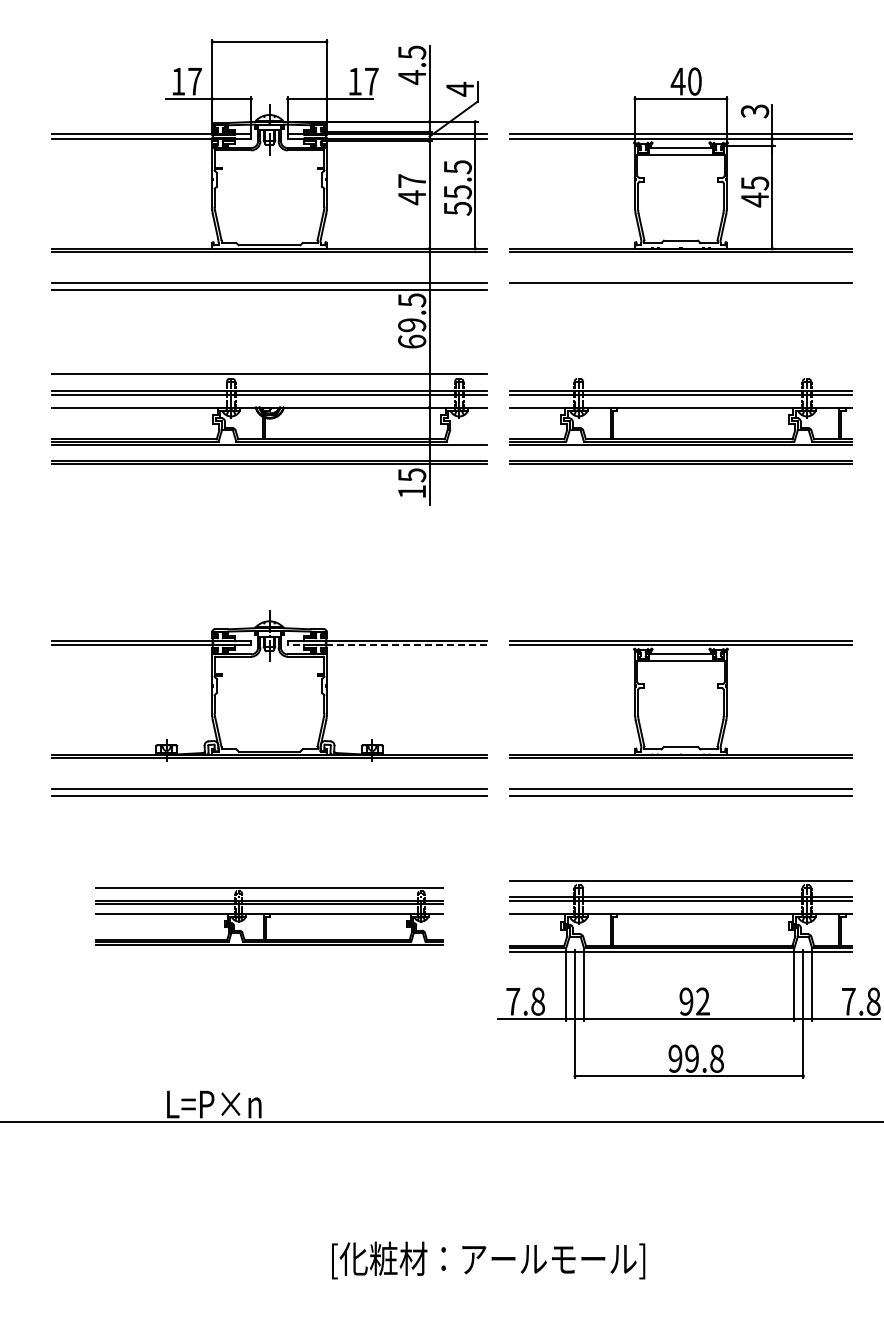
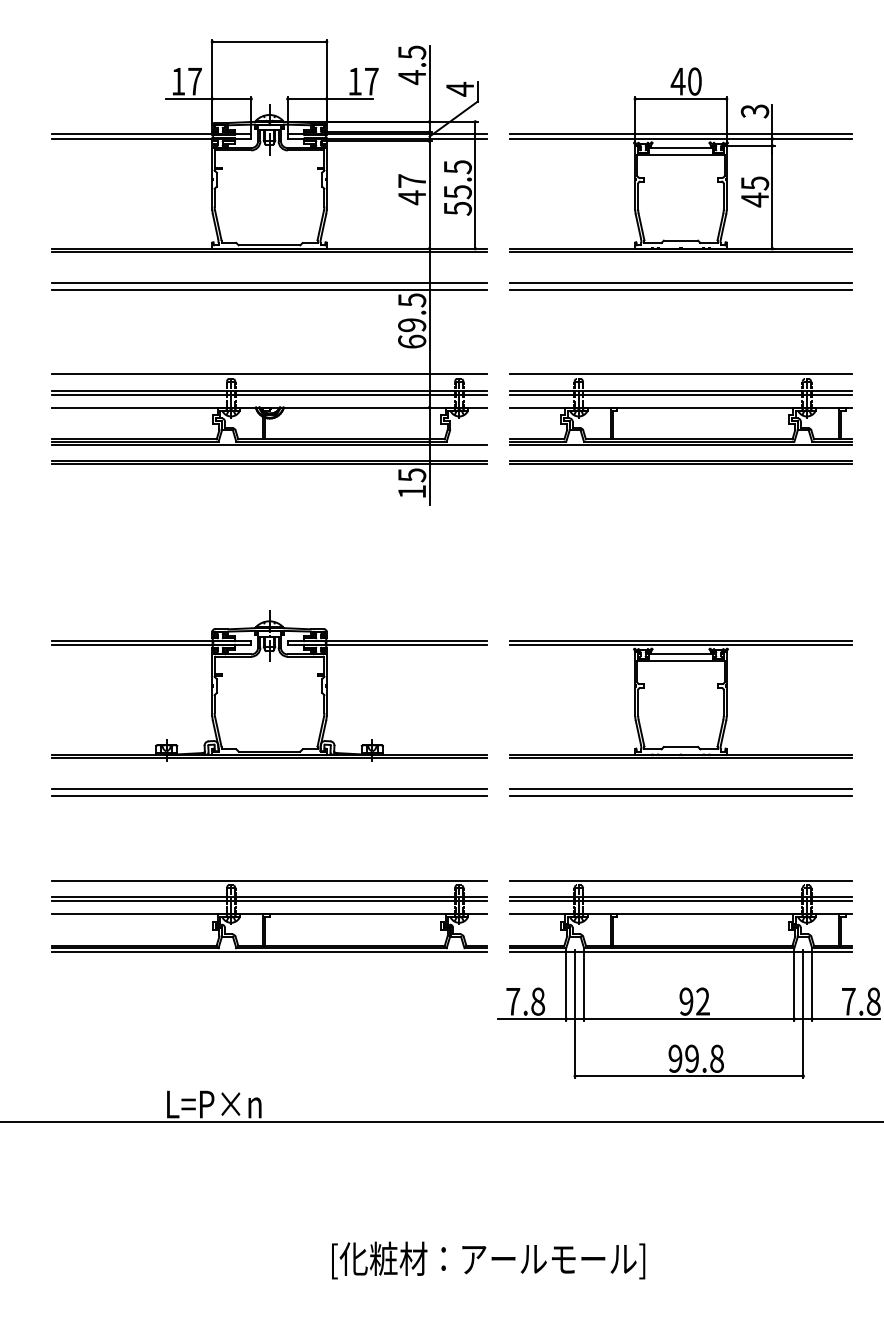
line at (680, 289): none -> present
line at (680, 374): none -> present
line at (386, 645): dashed -> solid
part at (269, 916) size: 349x59 px -> 437x73 px
